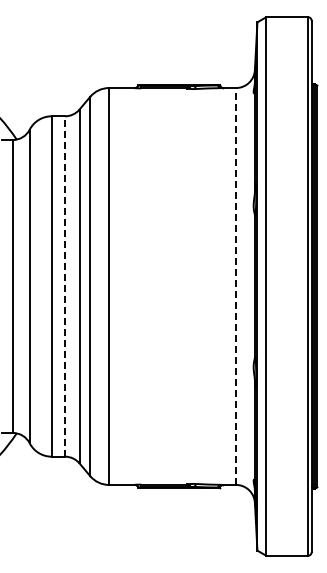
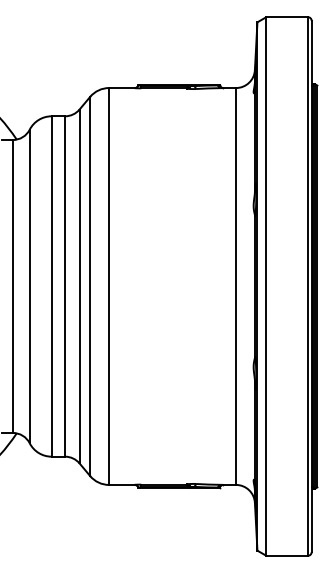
line at (65, 286): dashed -> solid
line at (236, 286): dashed -> solid
